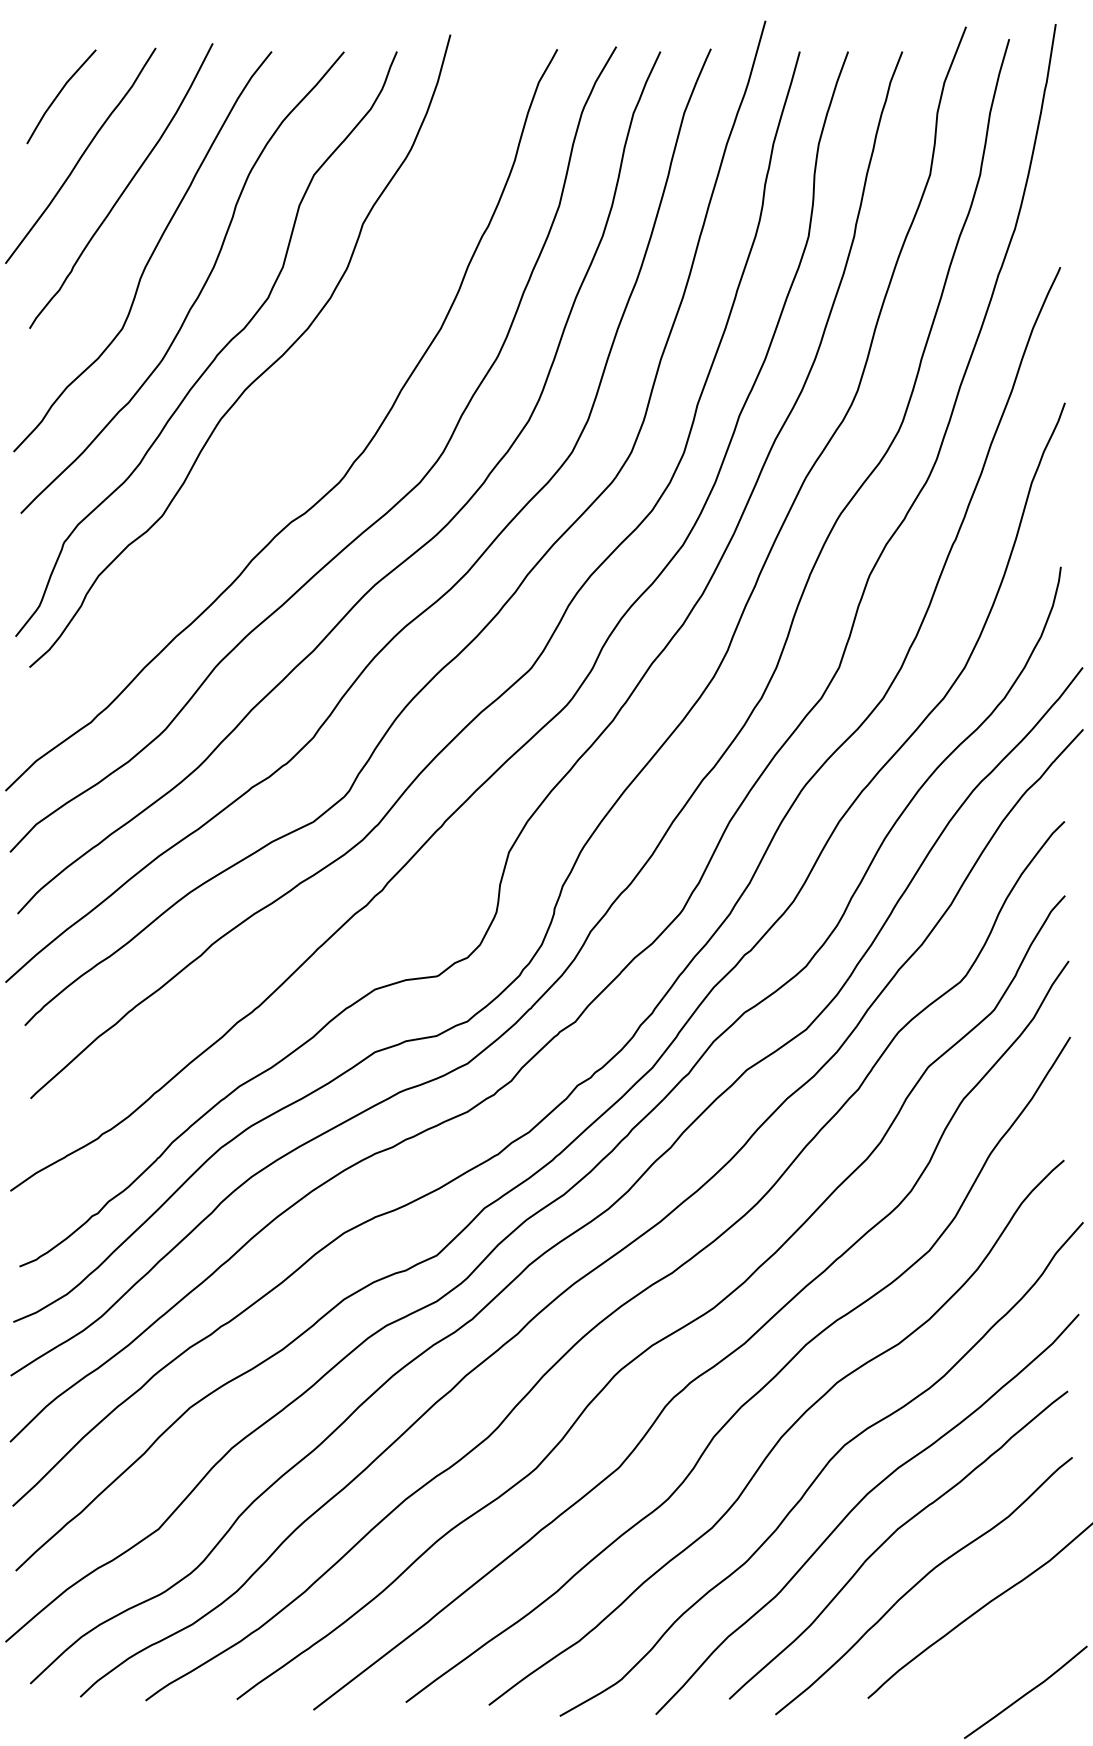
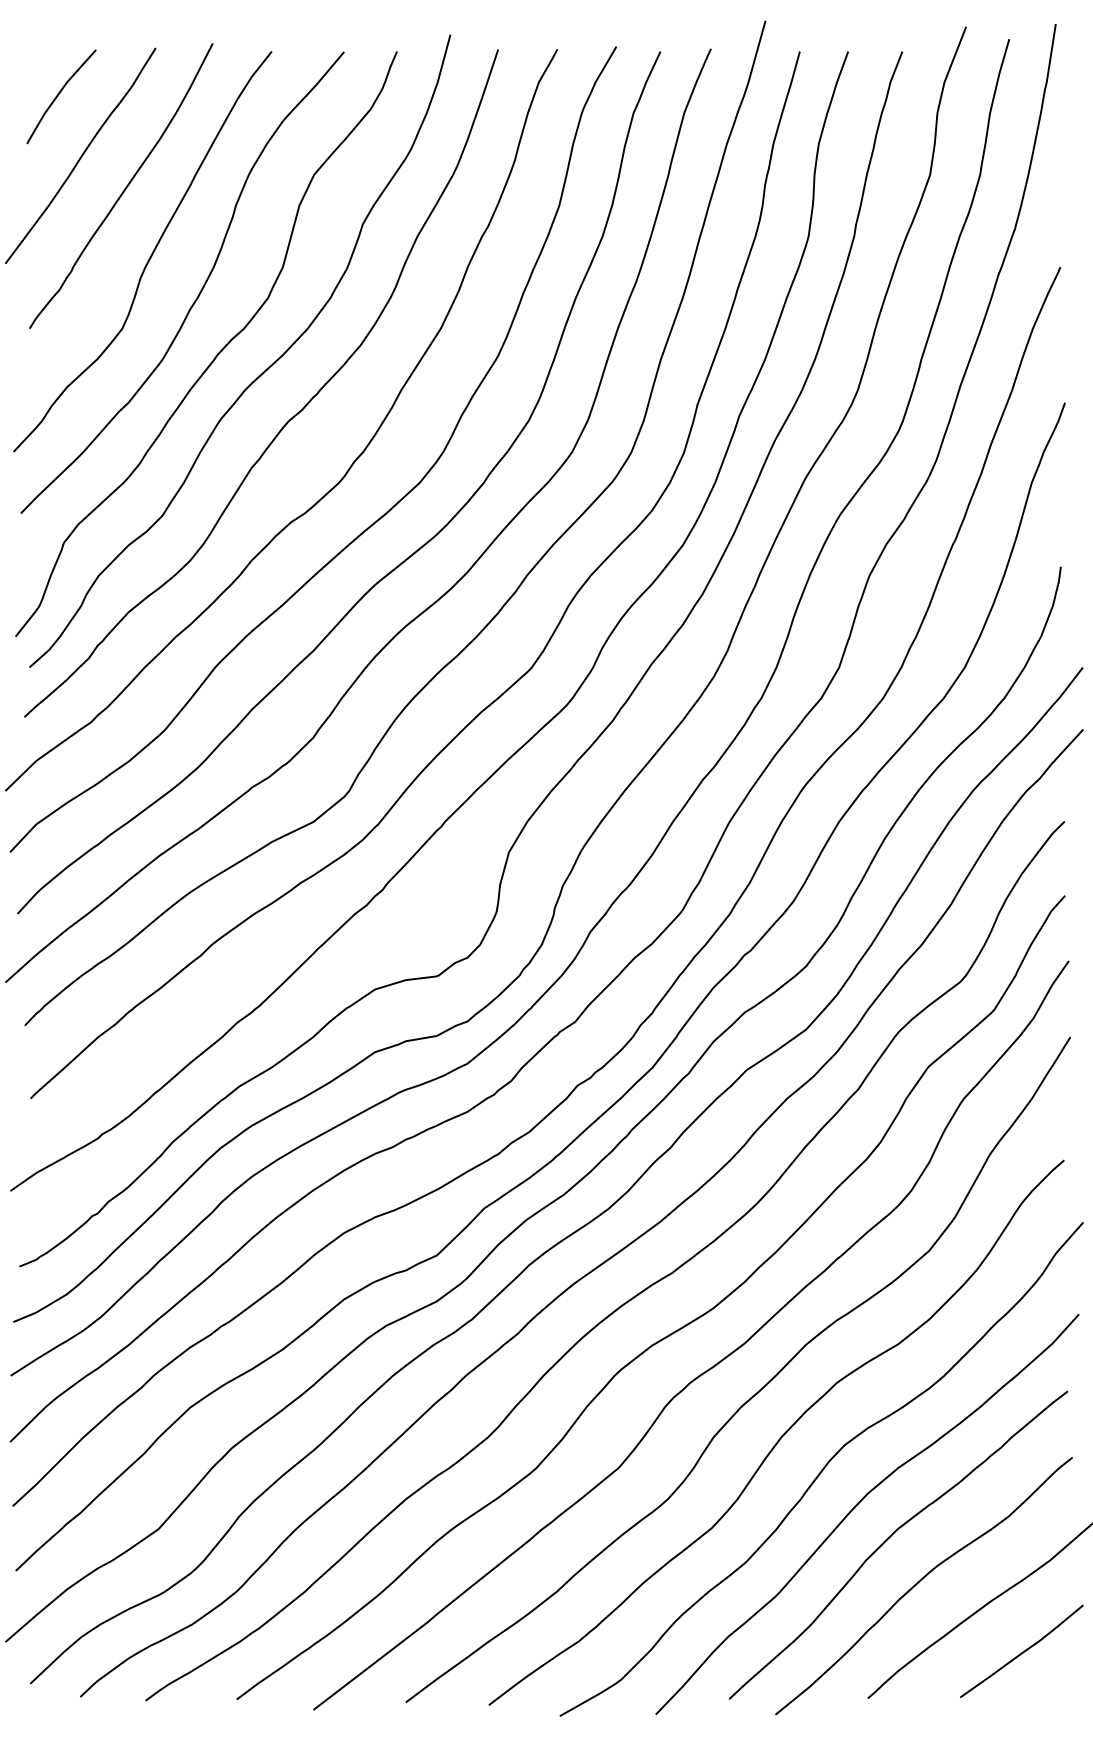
curve at (293, 415): none -> present
curve at (1026, 1692) position: (1026, 1692) -> (1022, 1651)
